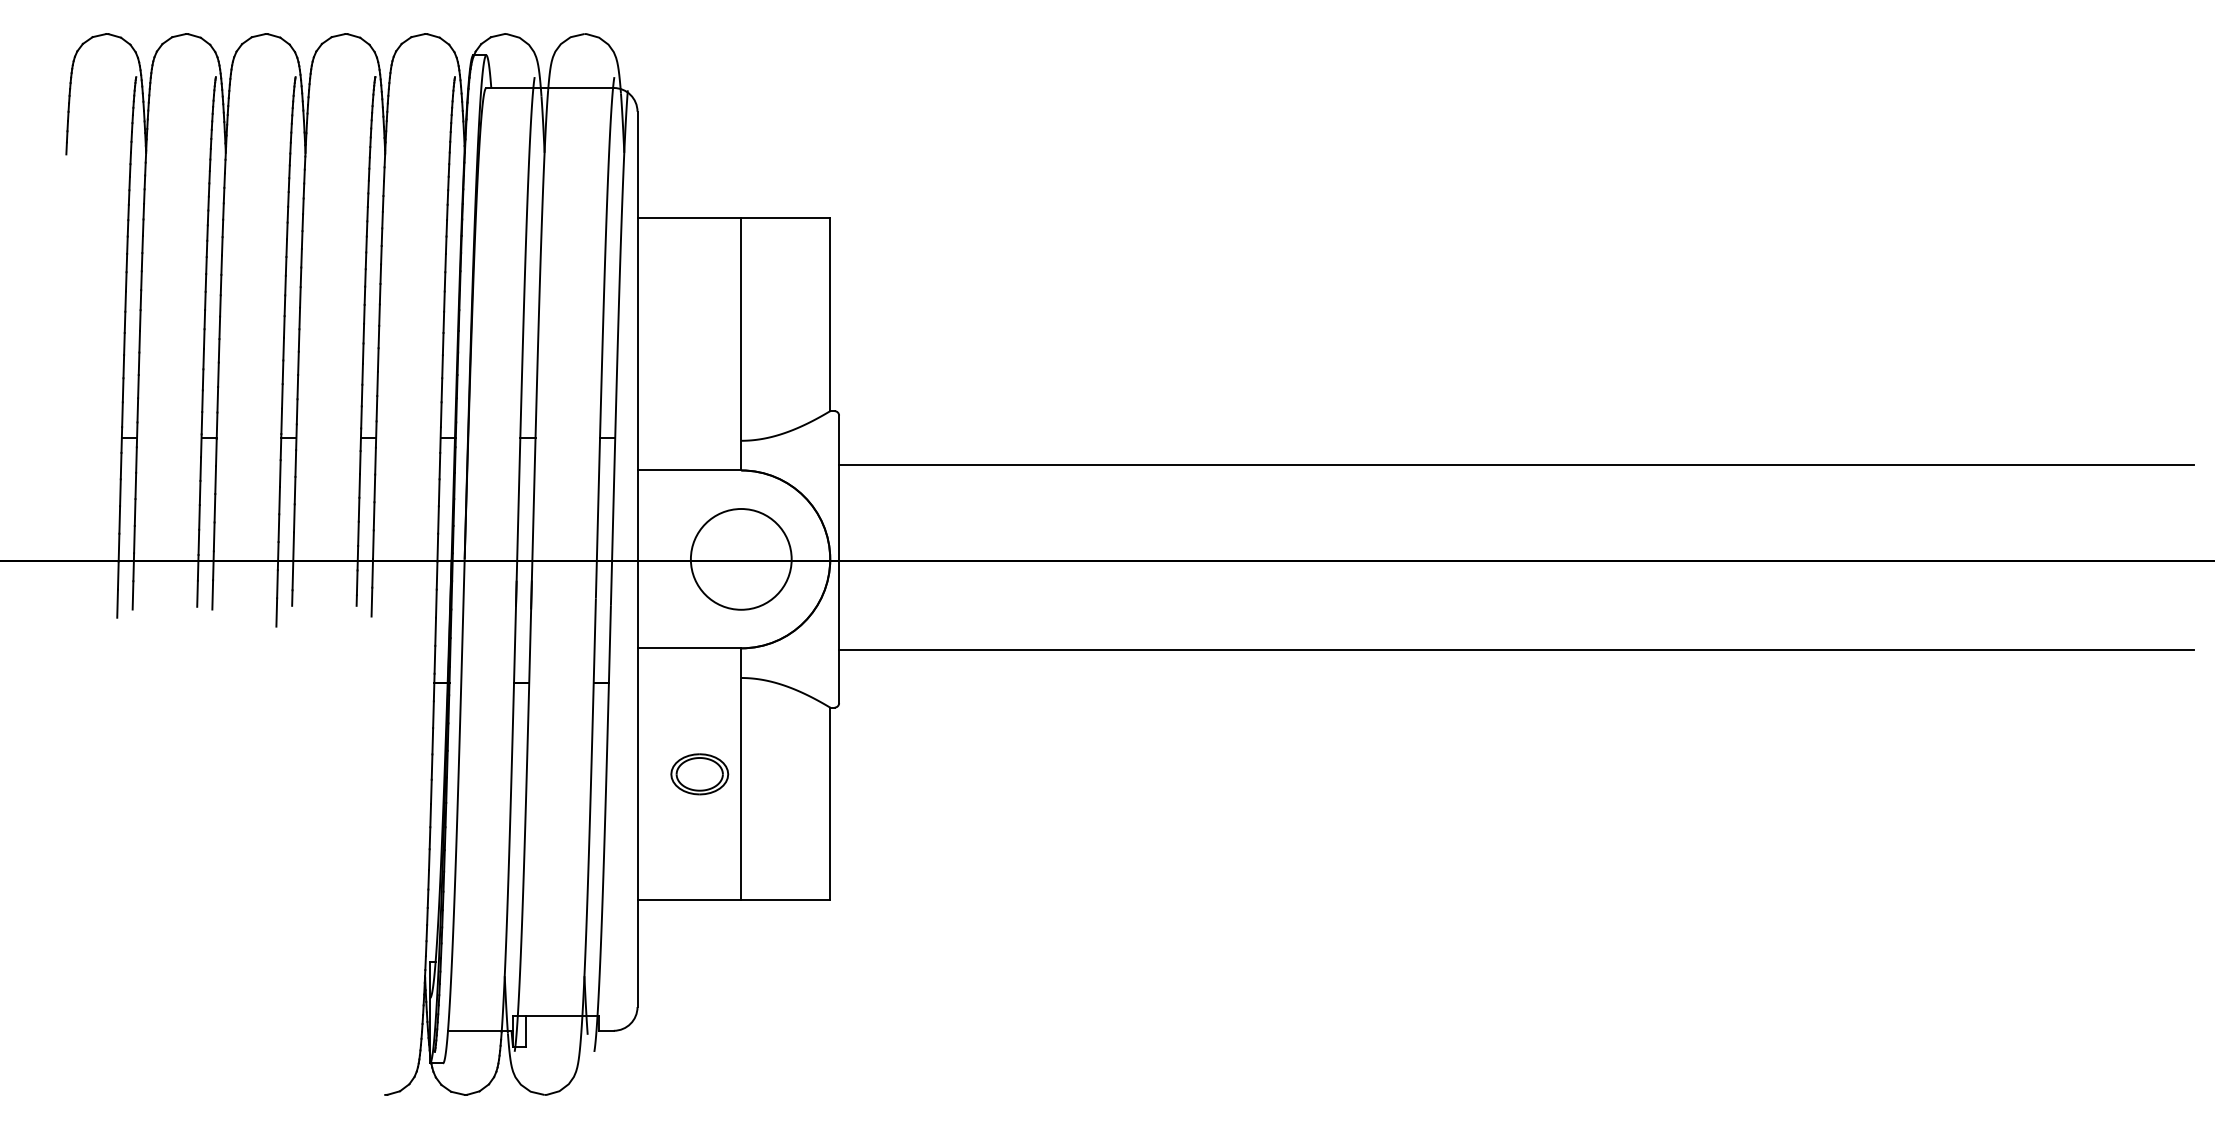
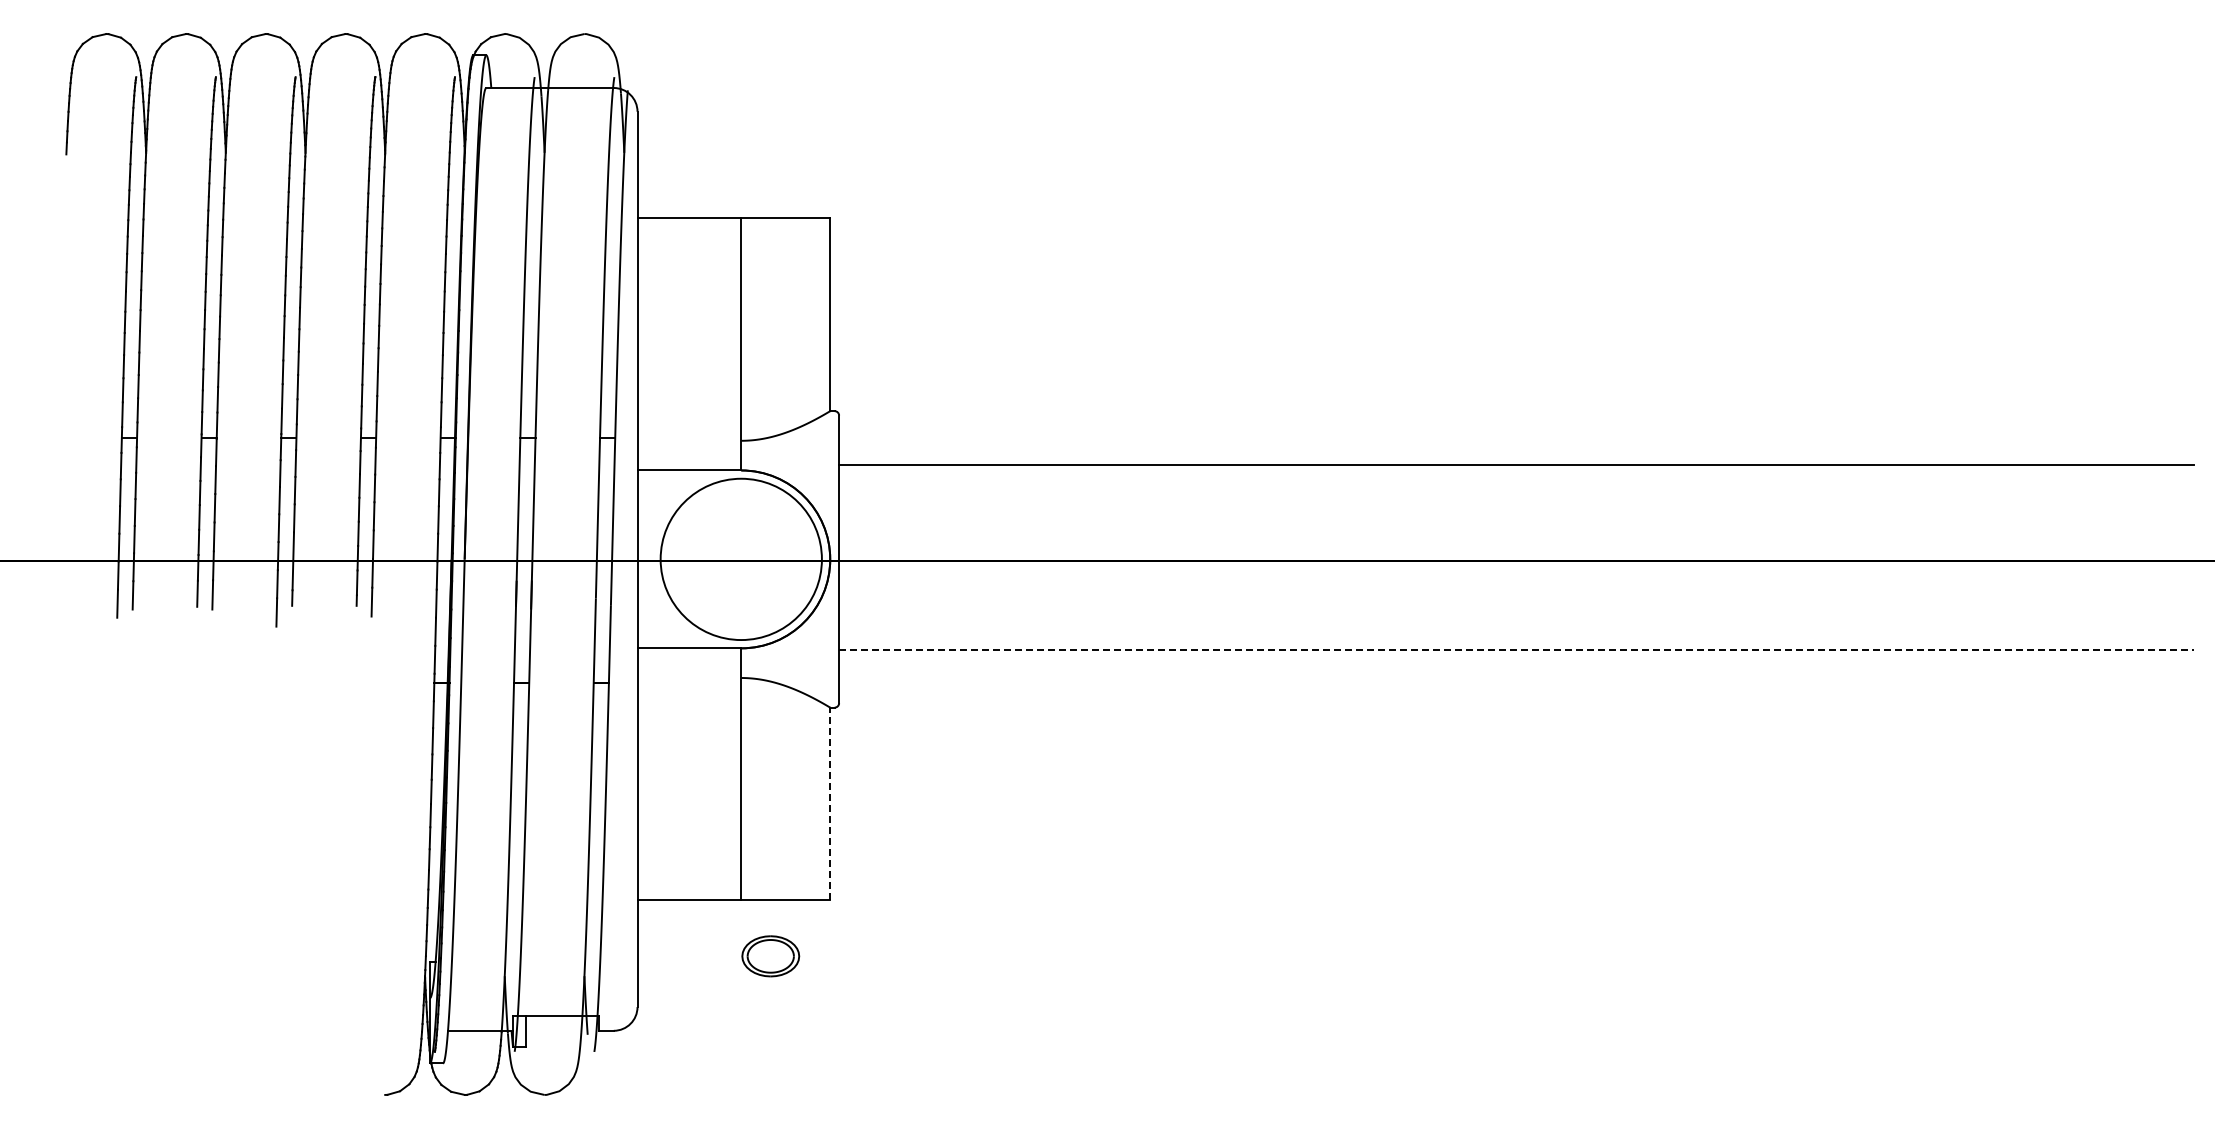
circle at (740, 559) diameter: 101 px -> 161 px
line at (1517, 649): solid -> dashed
part at (699, 774) position: (699, 774) -> (770, 956)
line at (830, 803): solid -> dashed
